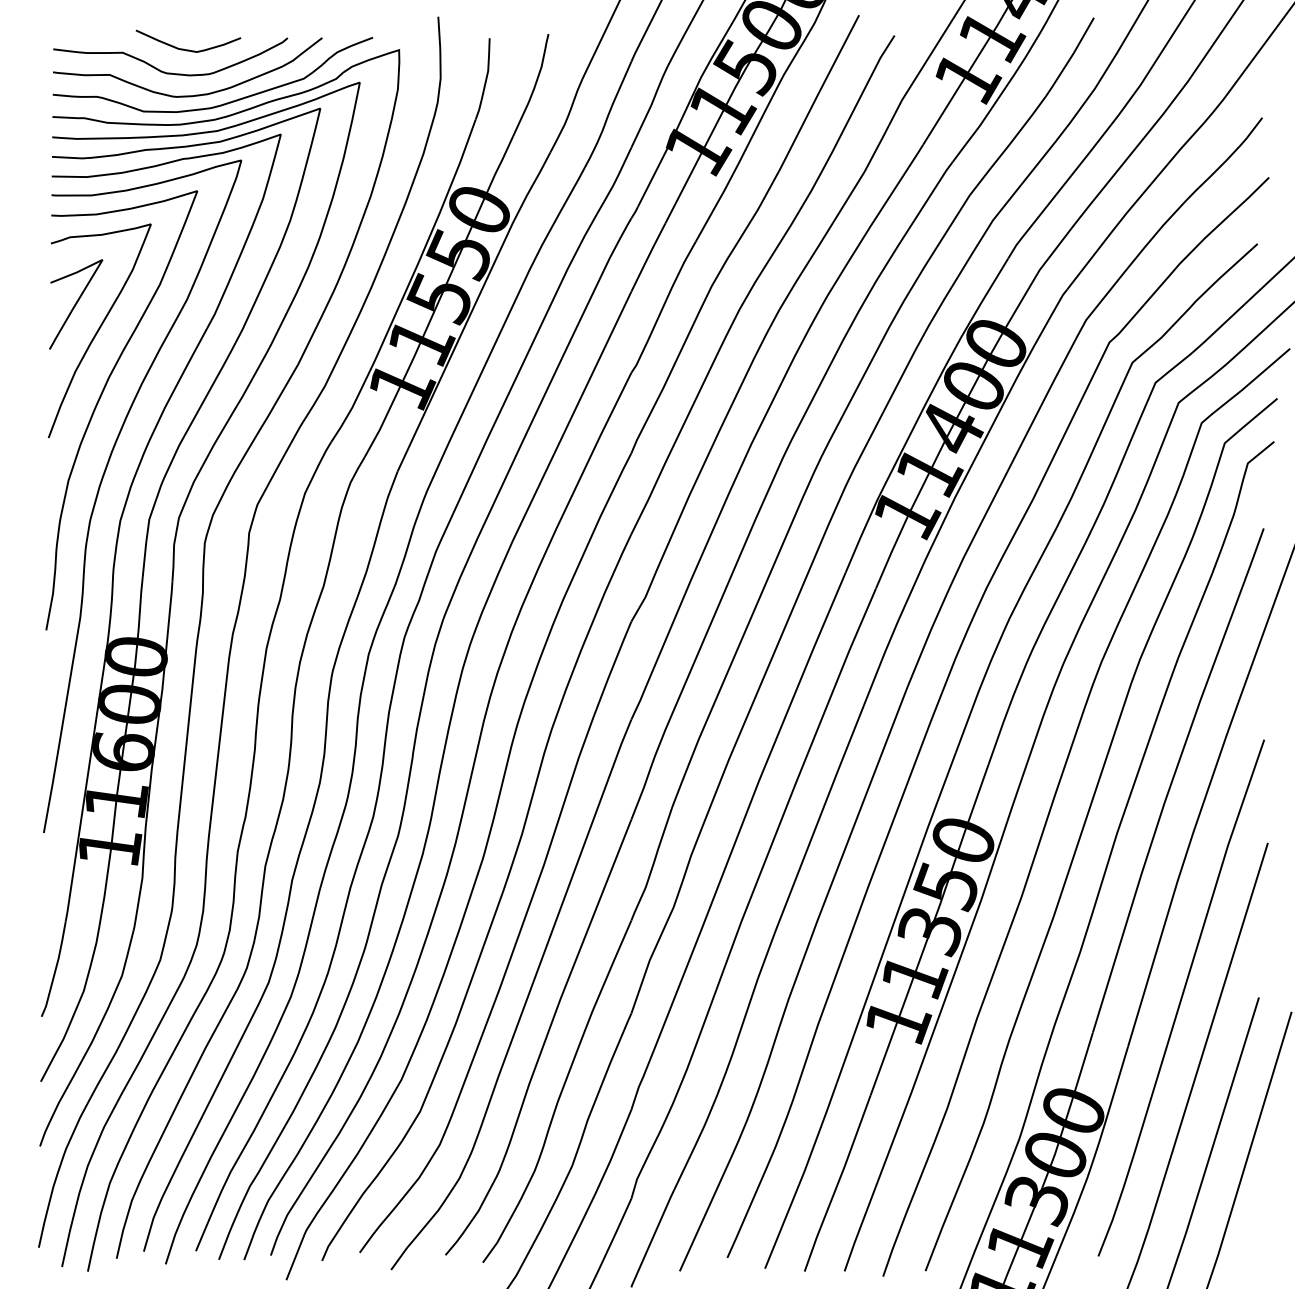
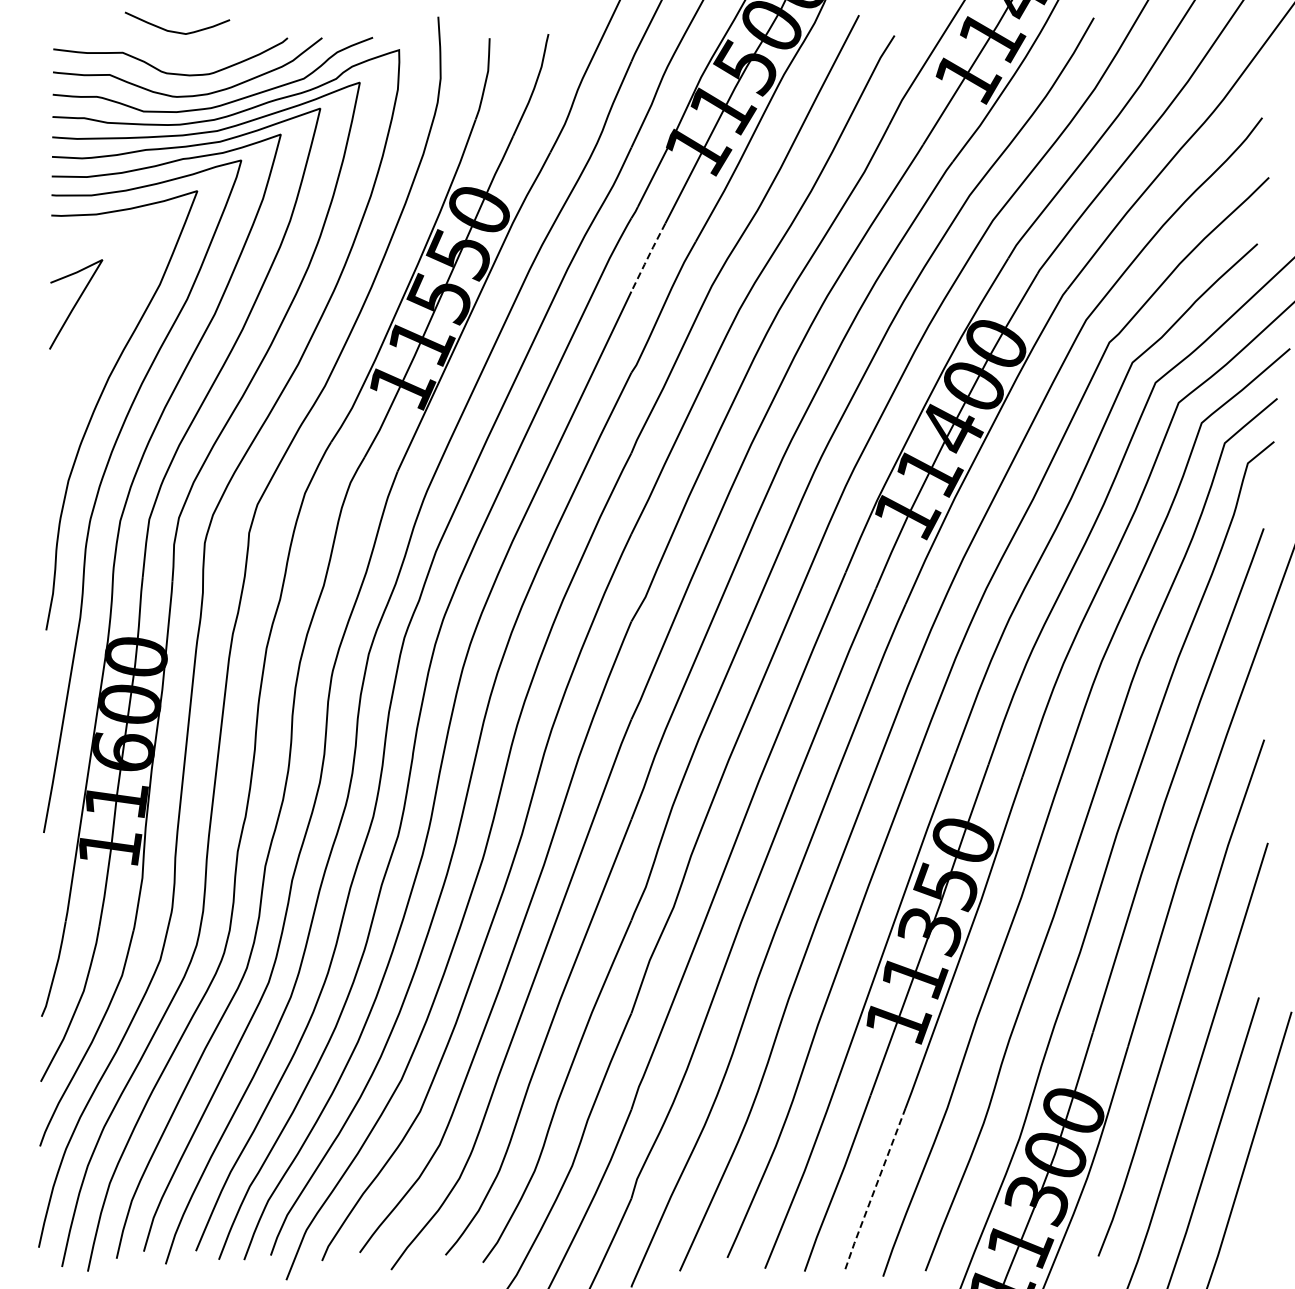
curve at (188, 49) position: (188, 49) -> (177, 31)
line at (648, 257): solid -> dashed
curve at (99, 330): present -> none
line at (874, 1190): solid -> dashed
